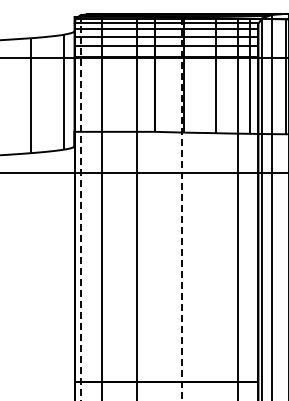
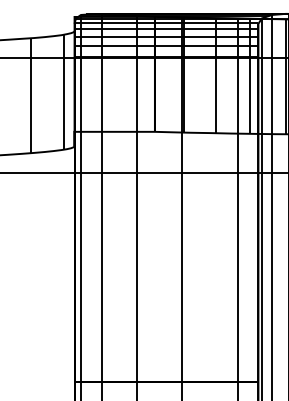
line at (81, 207): dashed -> solid
line at (182, 209): dashed -> solid
